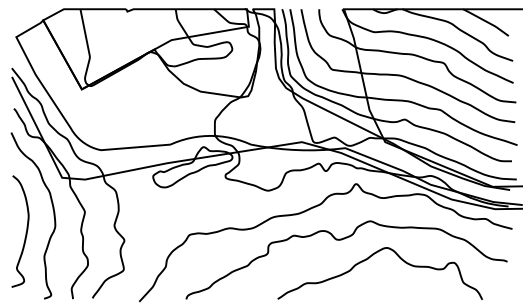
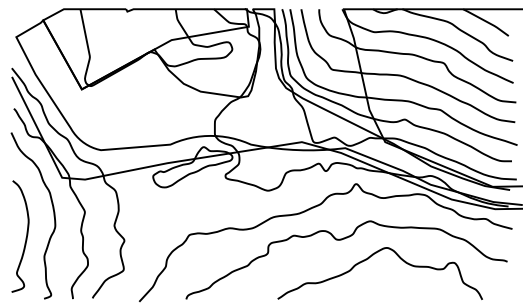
curve at (25, 232) position: (25, 232) -> (25, 237)
